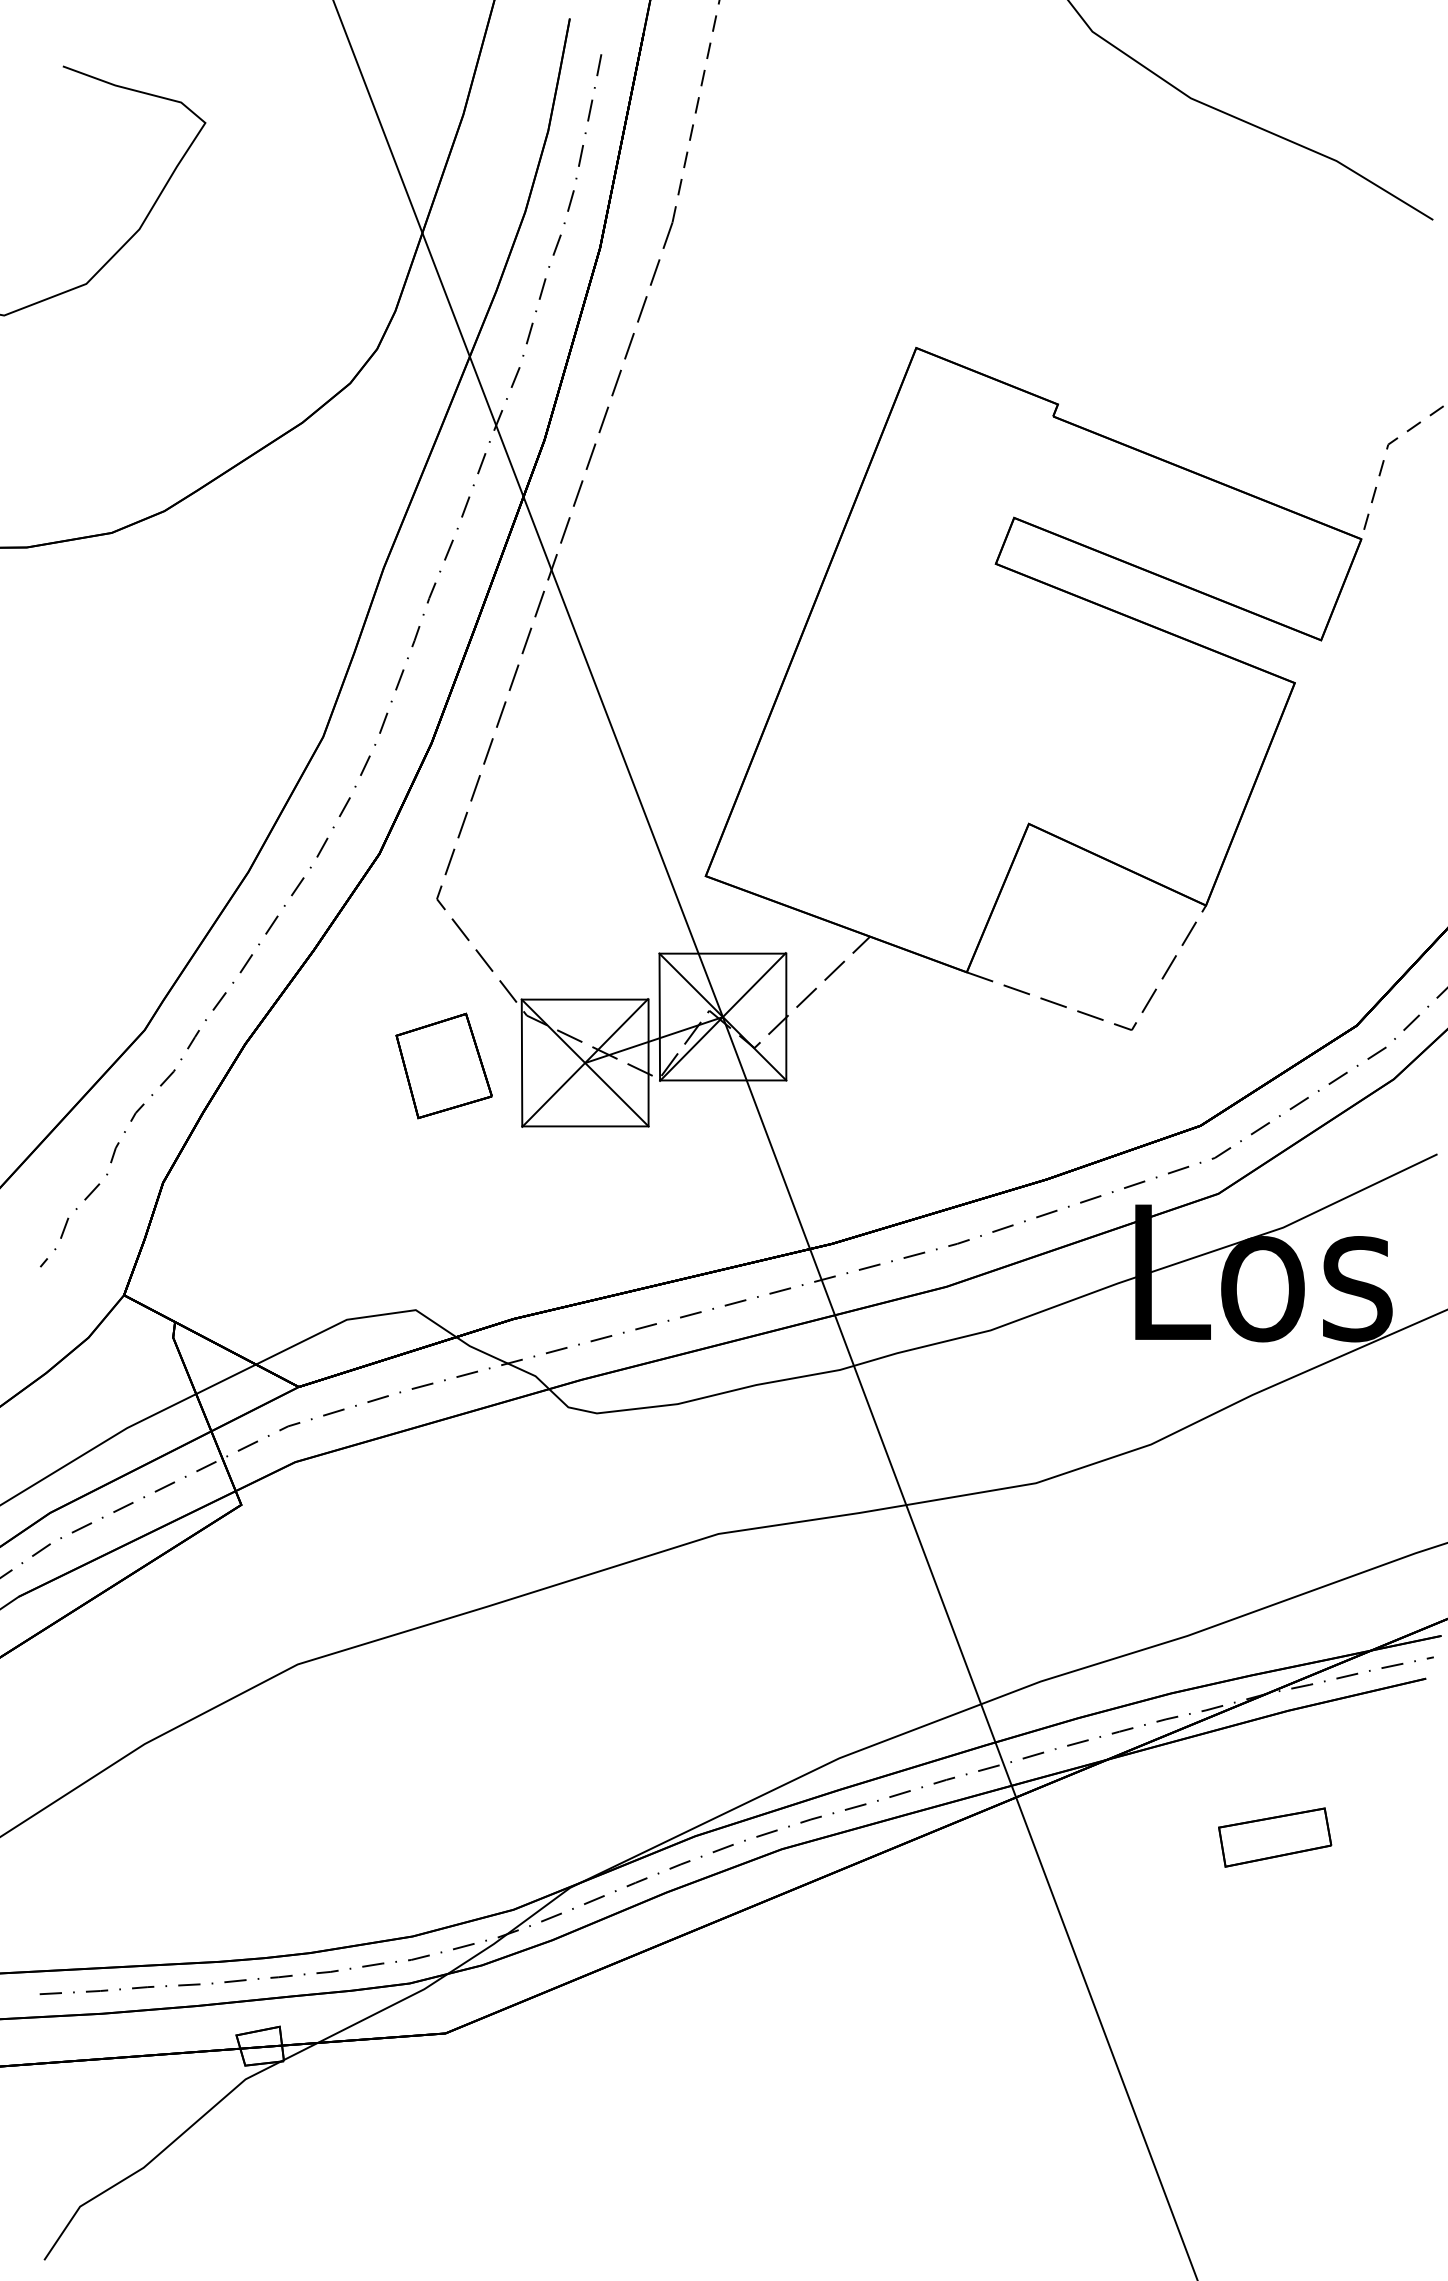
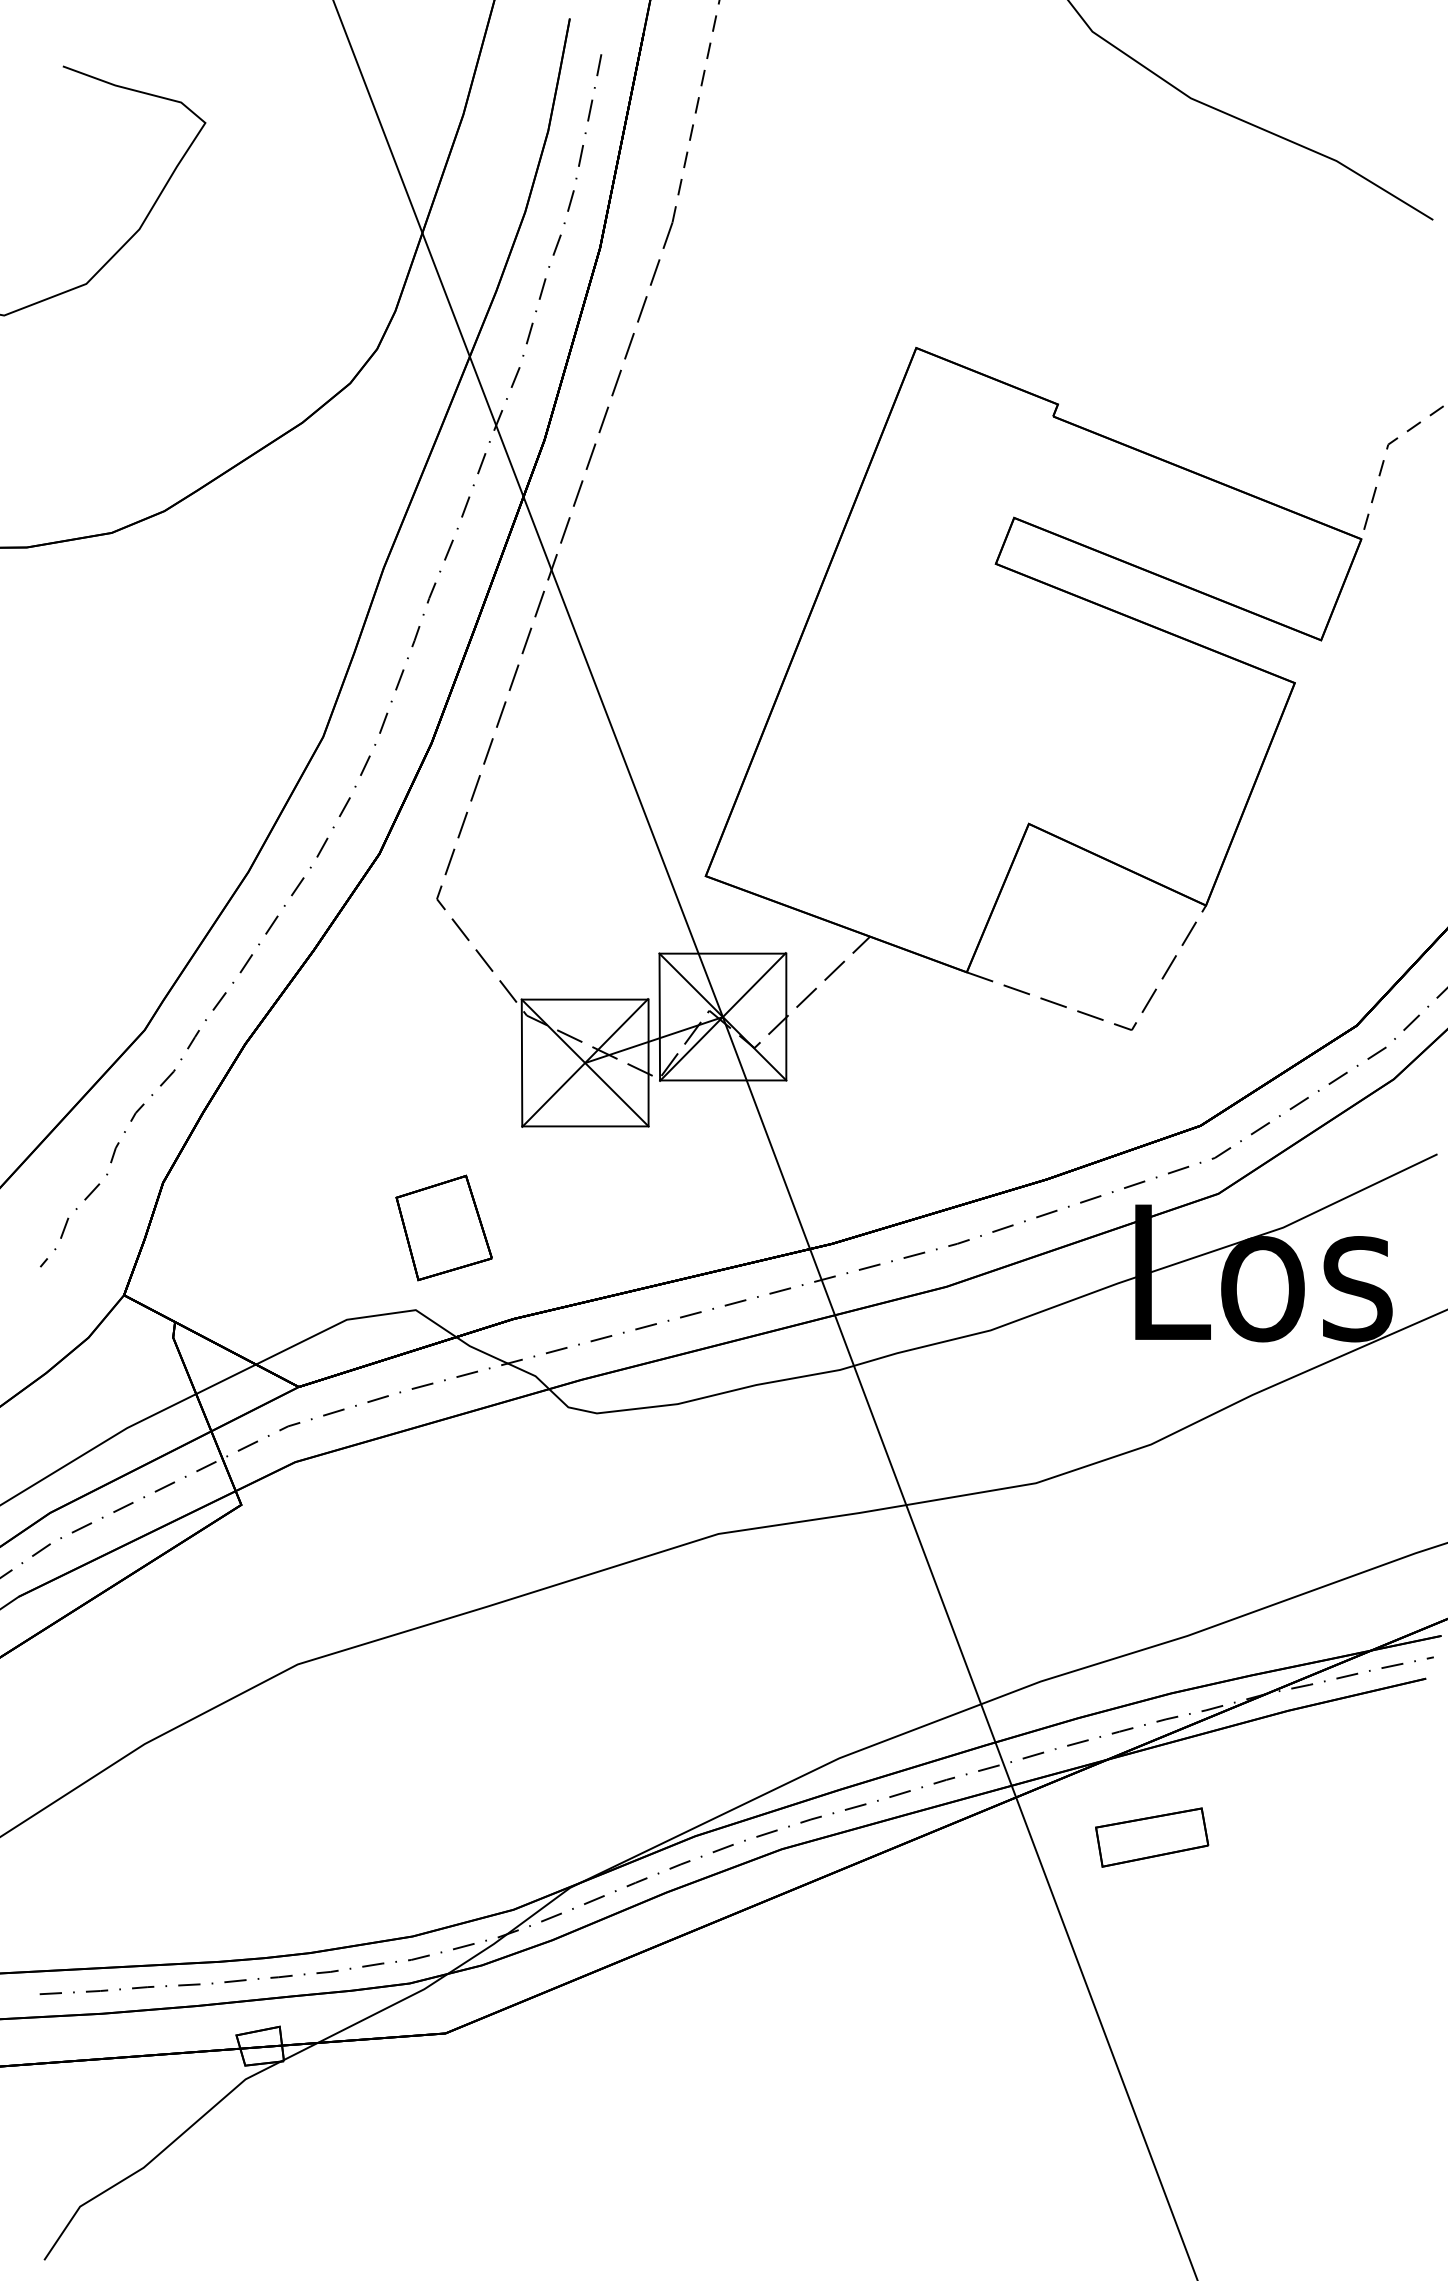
part at (443, 1065) position: (443, 1065) -> (443, 1227)
part at (1275, 1837) position: (1275, 1837) -> (1152, 1837)
